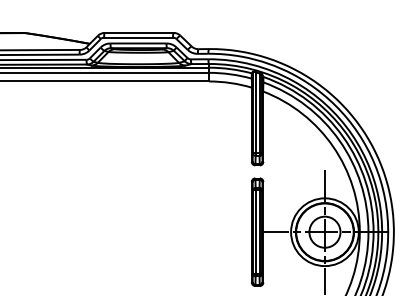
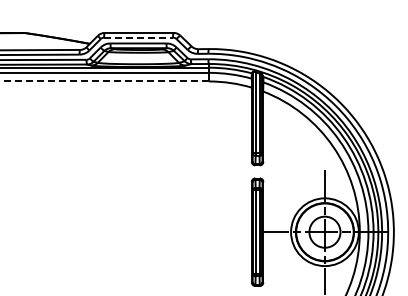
line at (139, 37): solid -> dashed
line at (104, 81): solid -> dashed
